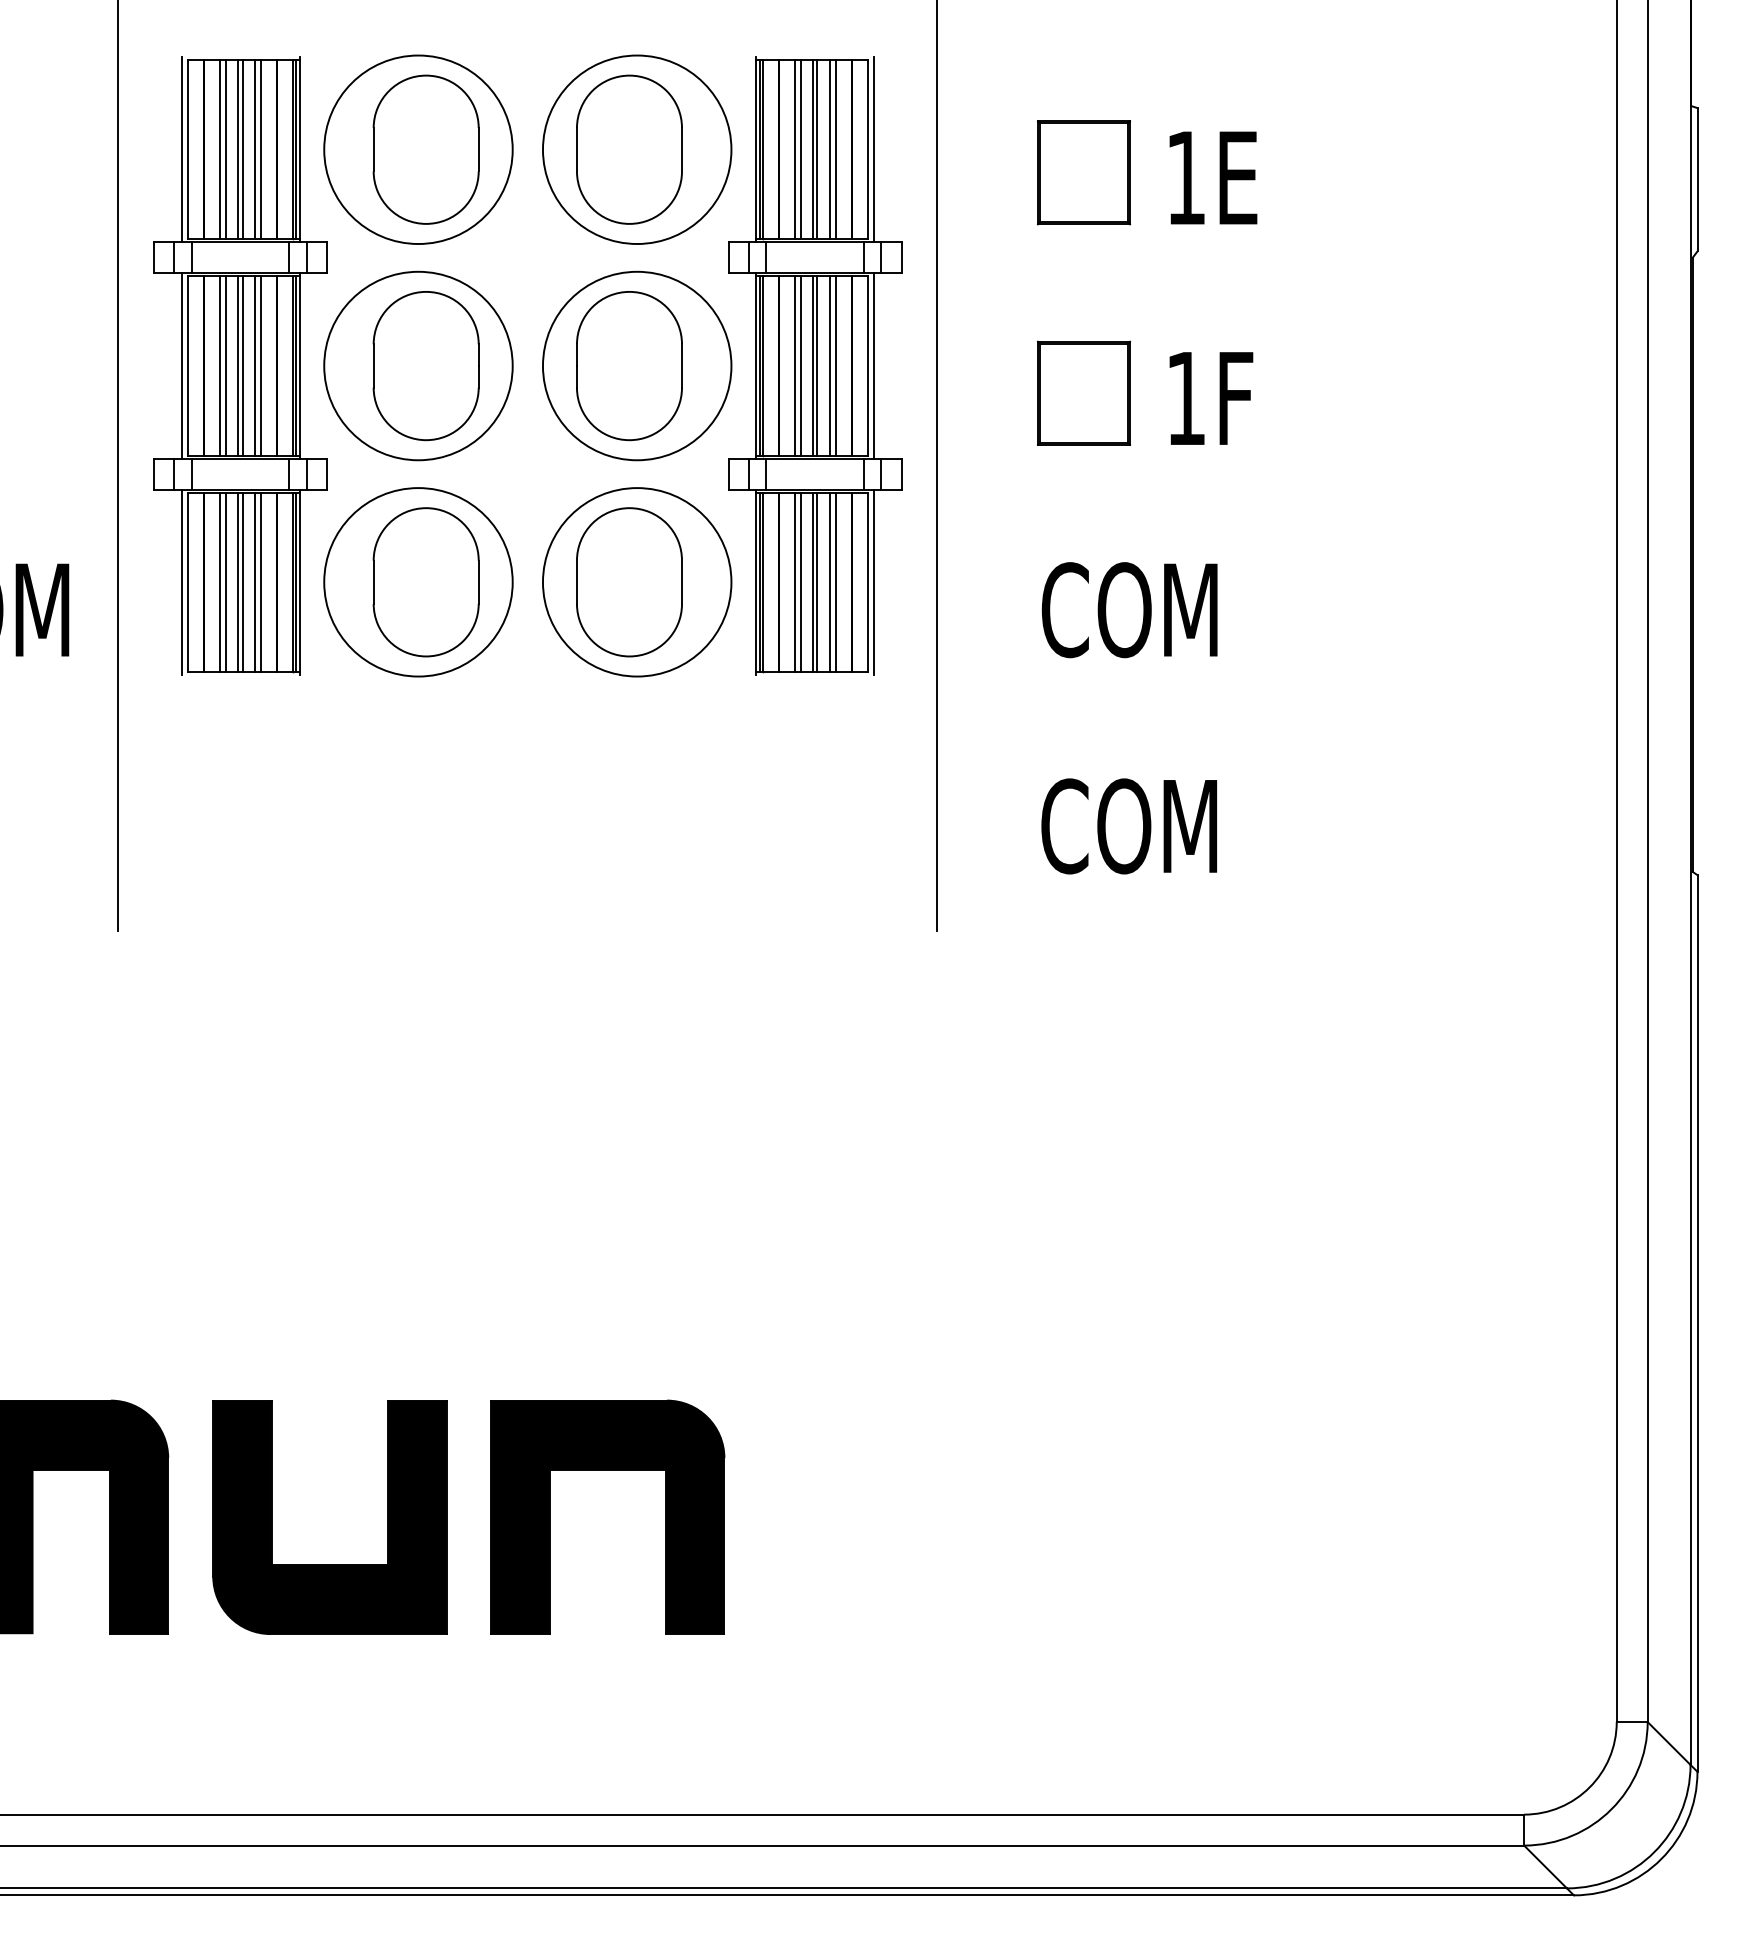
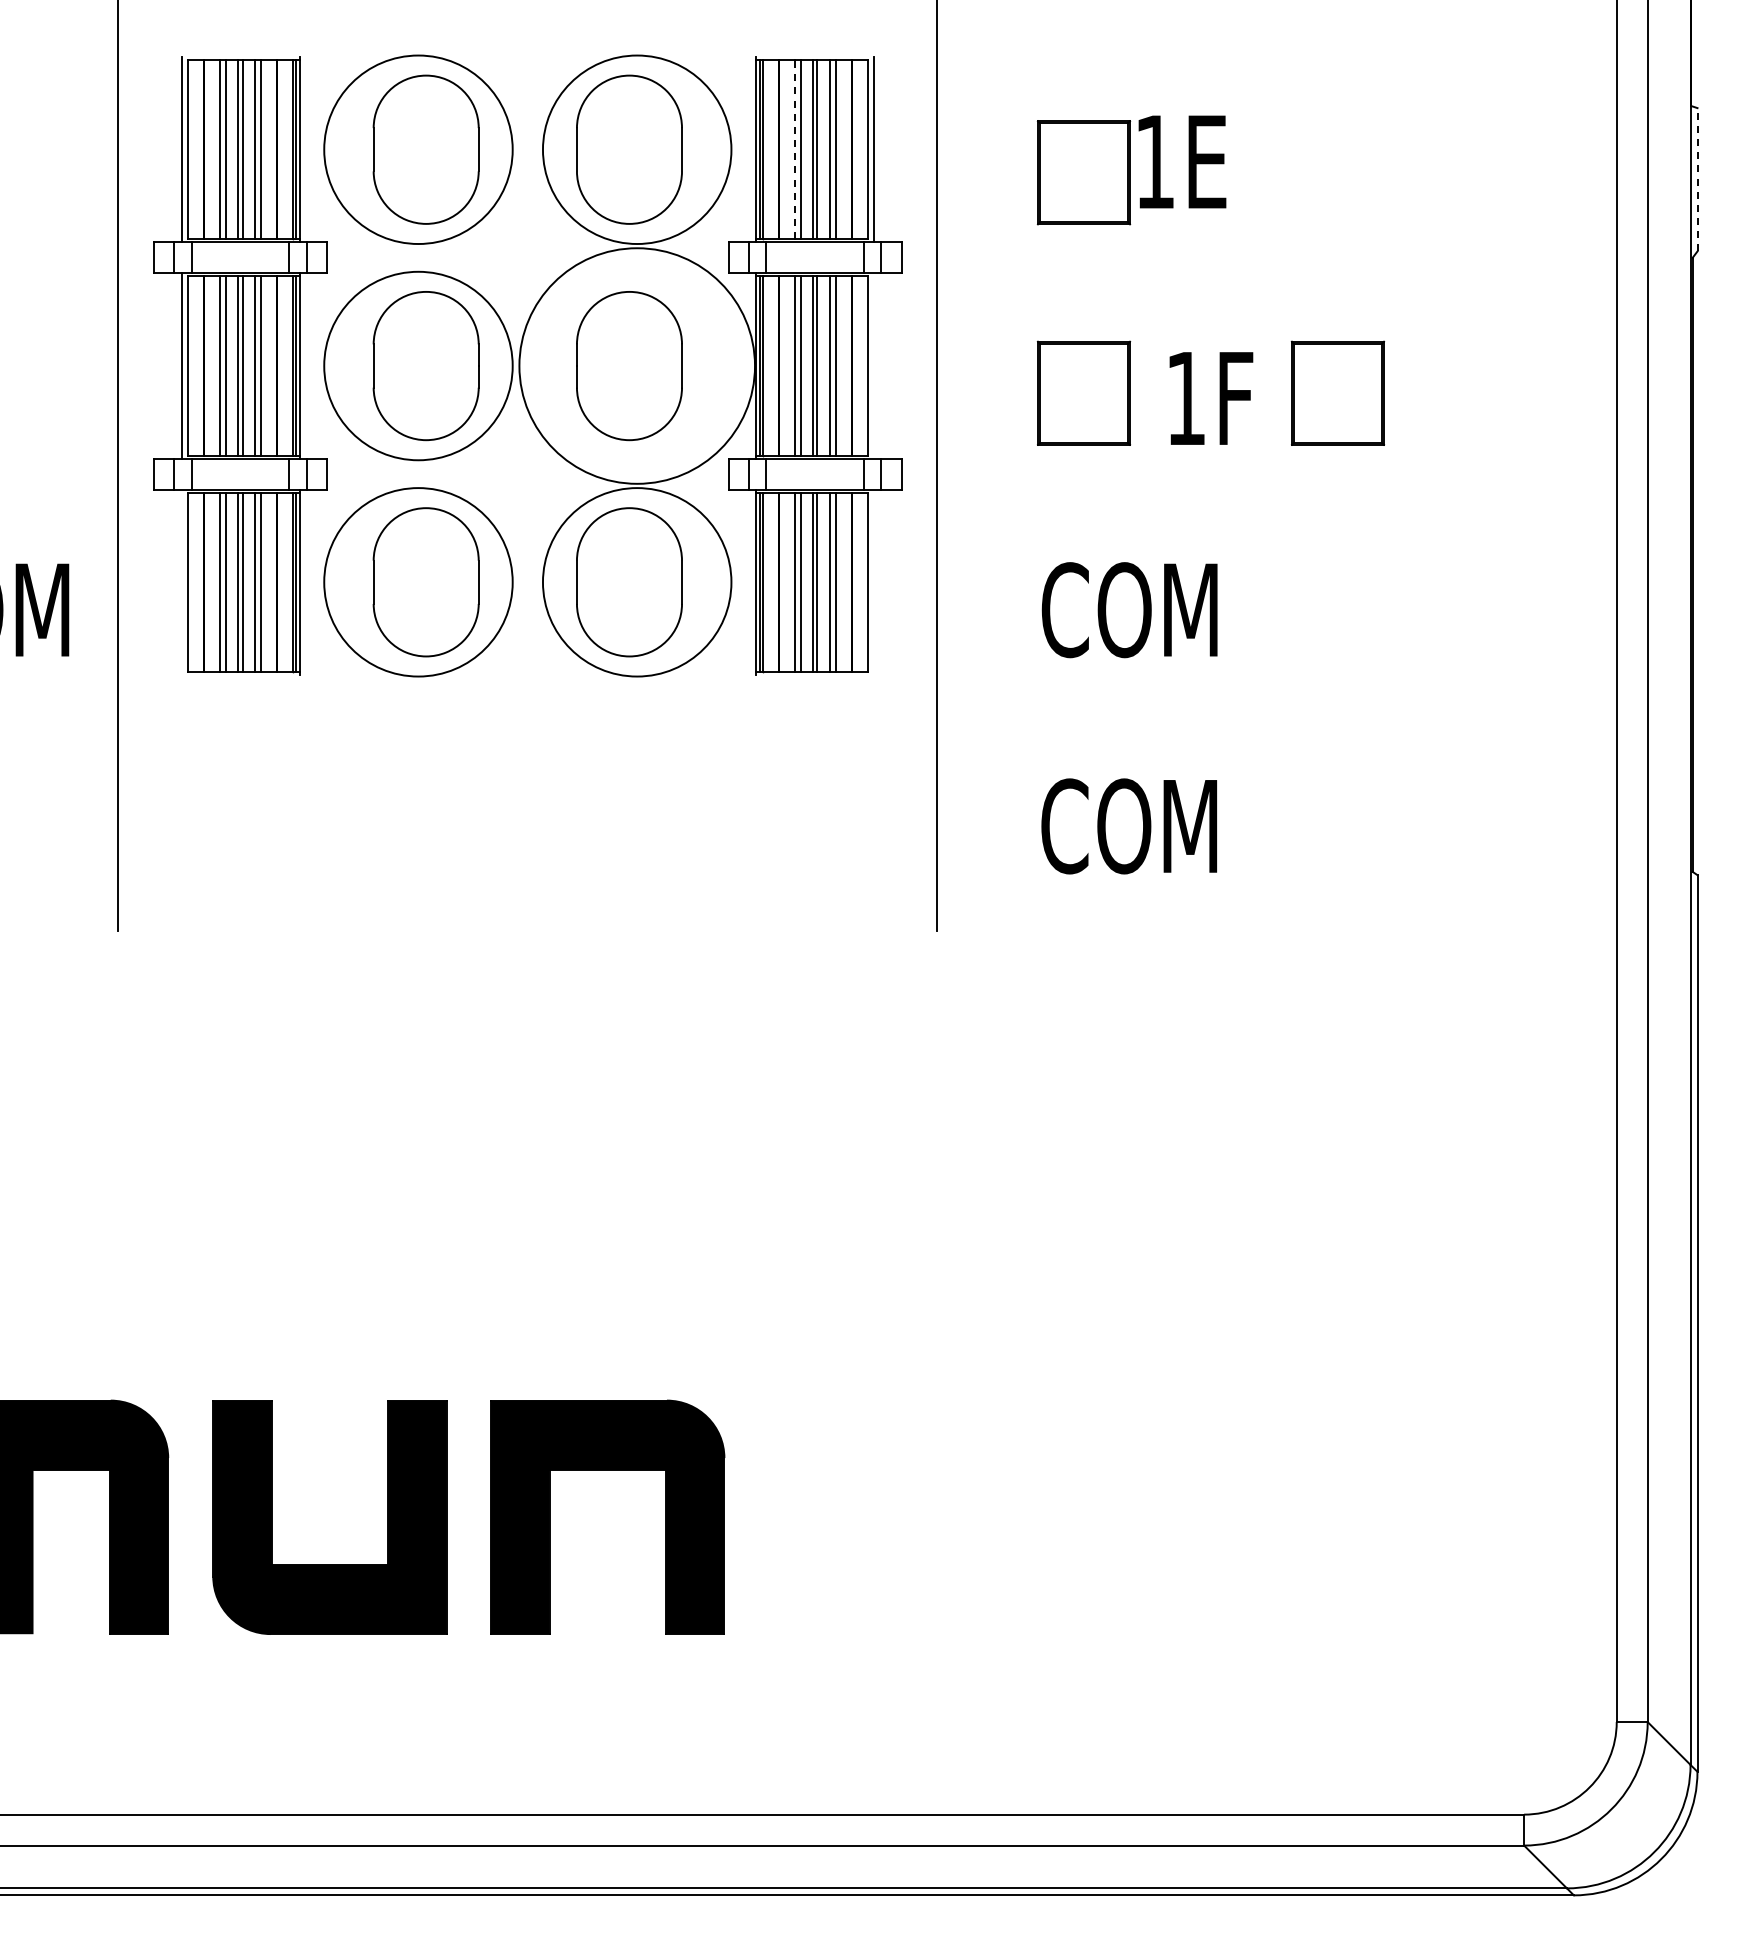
line at (794, 149): solid -> dashed
text at (1213, 177) position: (1213, 177) -> (1182, 161)
line at (1697, 179): solid -> dashed
circle at (636, 365) diameter: 188 px -> 236 px
line at (874, 365): present -> none
part at (1338, 392): none -> present
line at (181, 582): present -> none
line at (874, 582): present -> none
